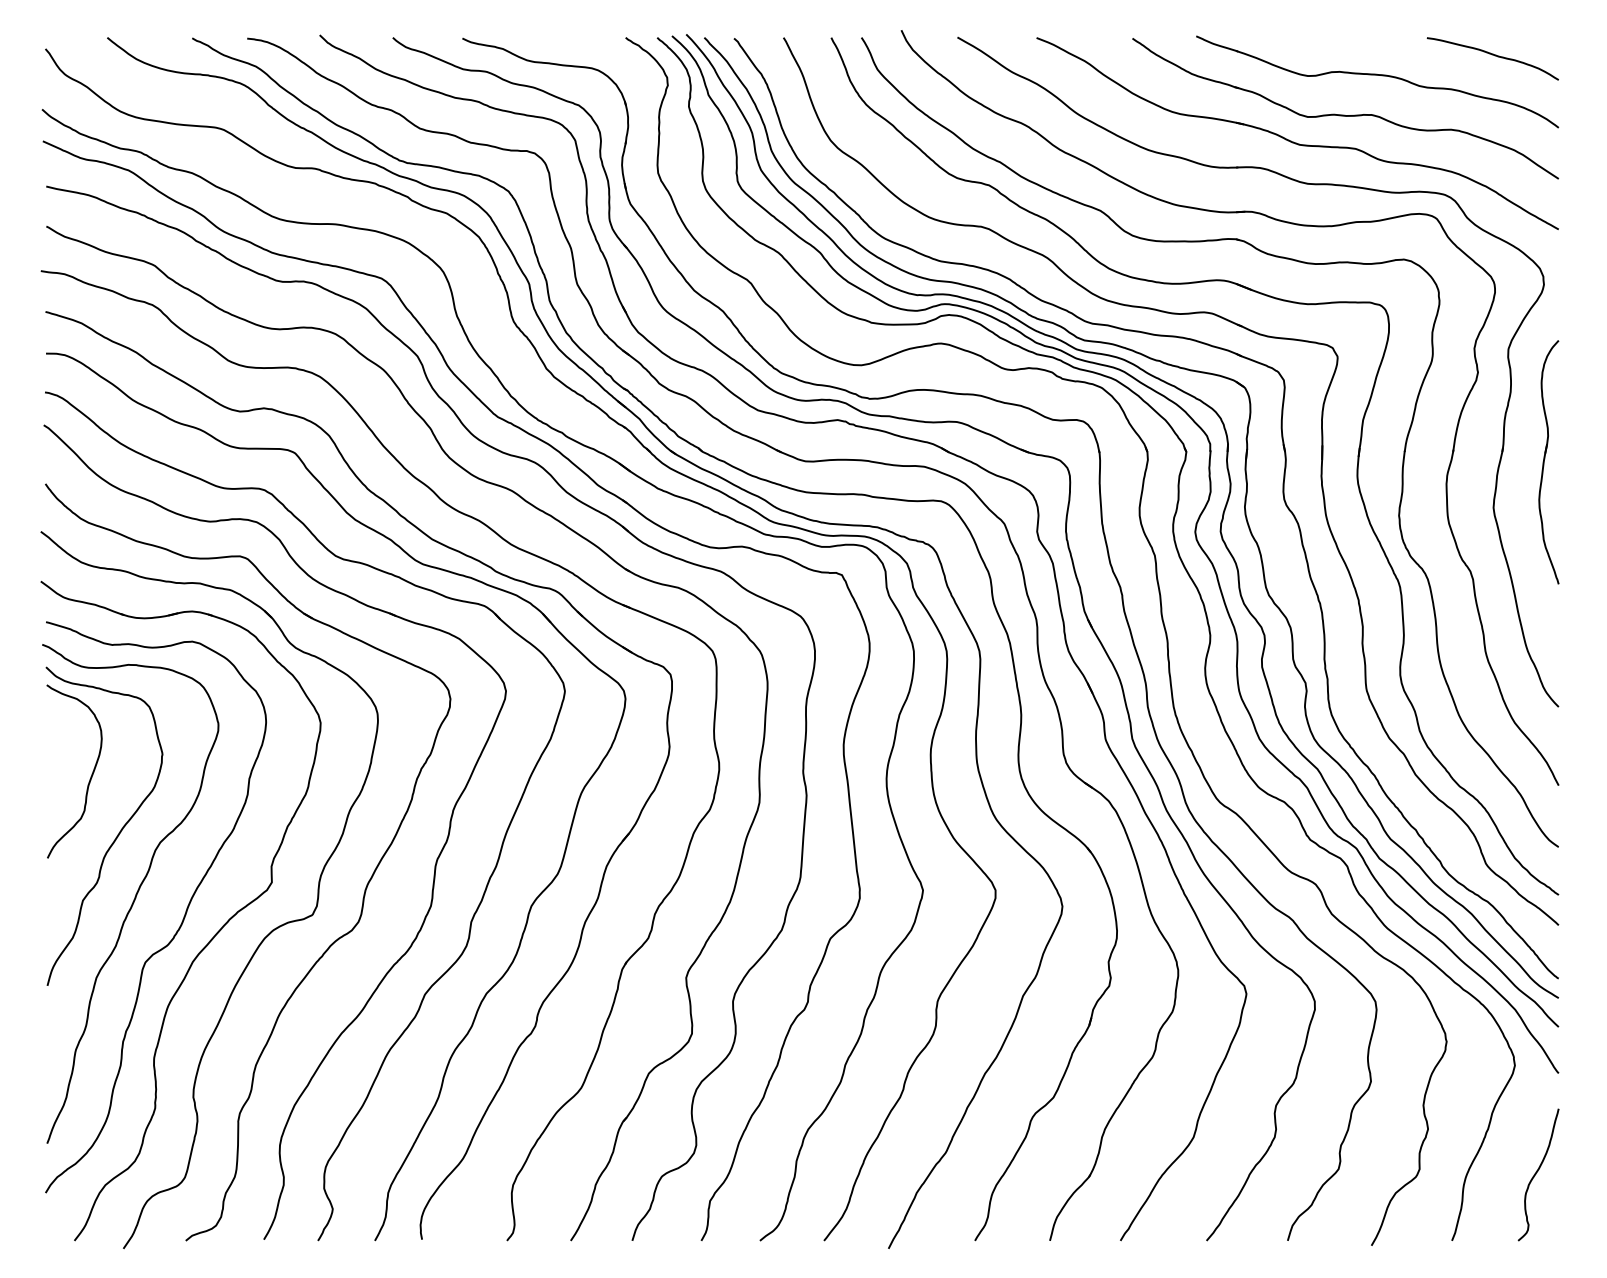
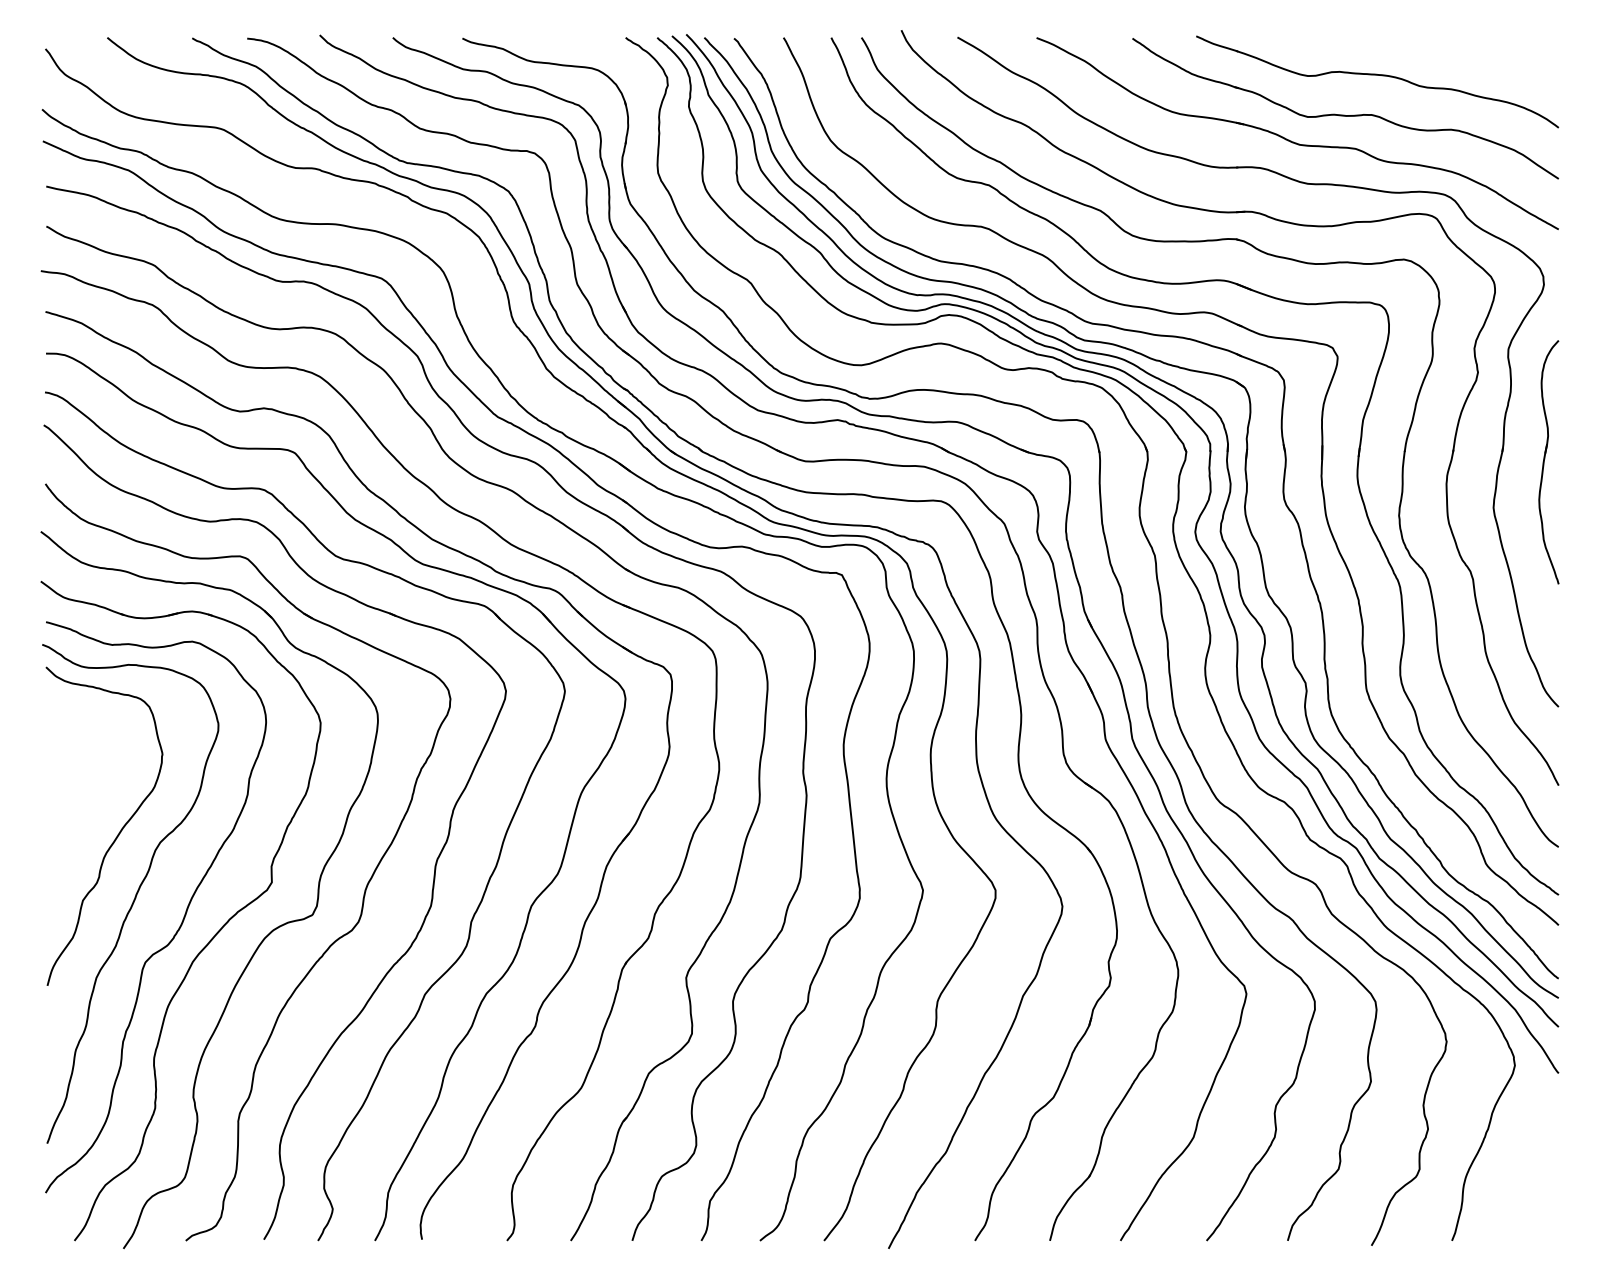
curve at (1492, 55): present -> none
curve at (90, 776): present -> none
curve at (1536, 1174): present -> none
